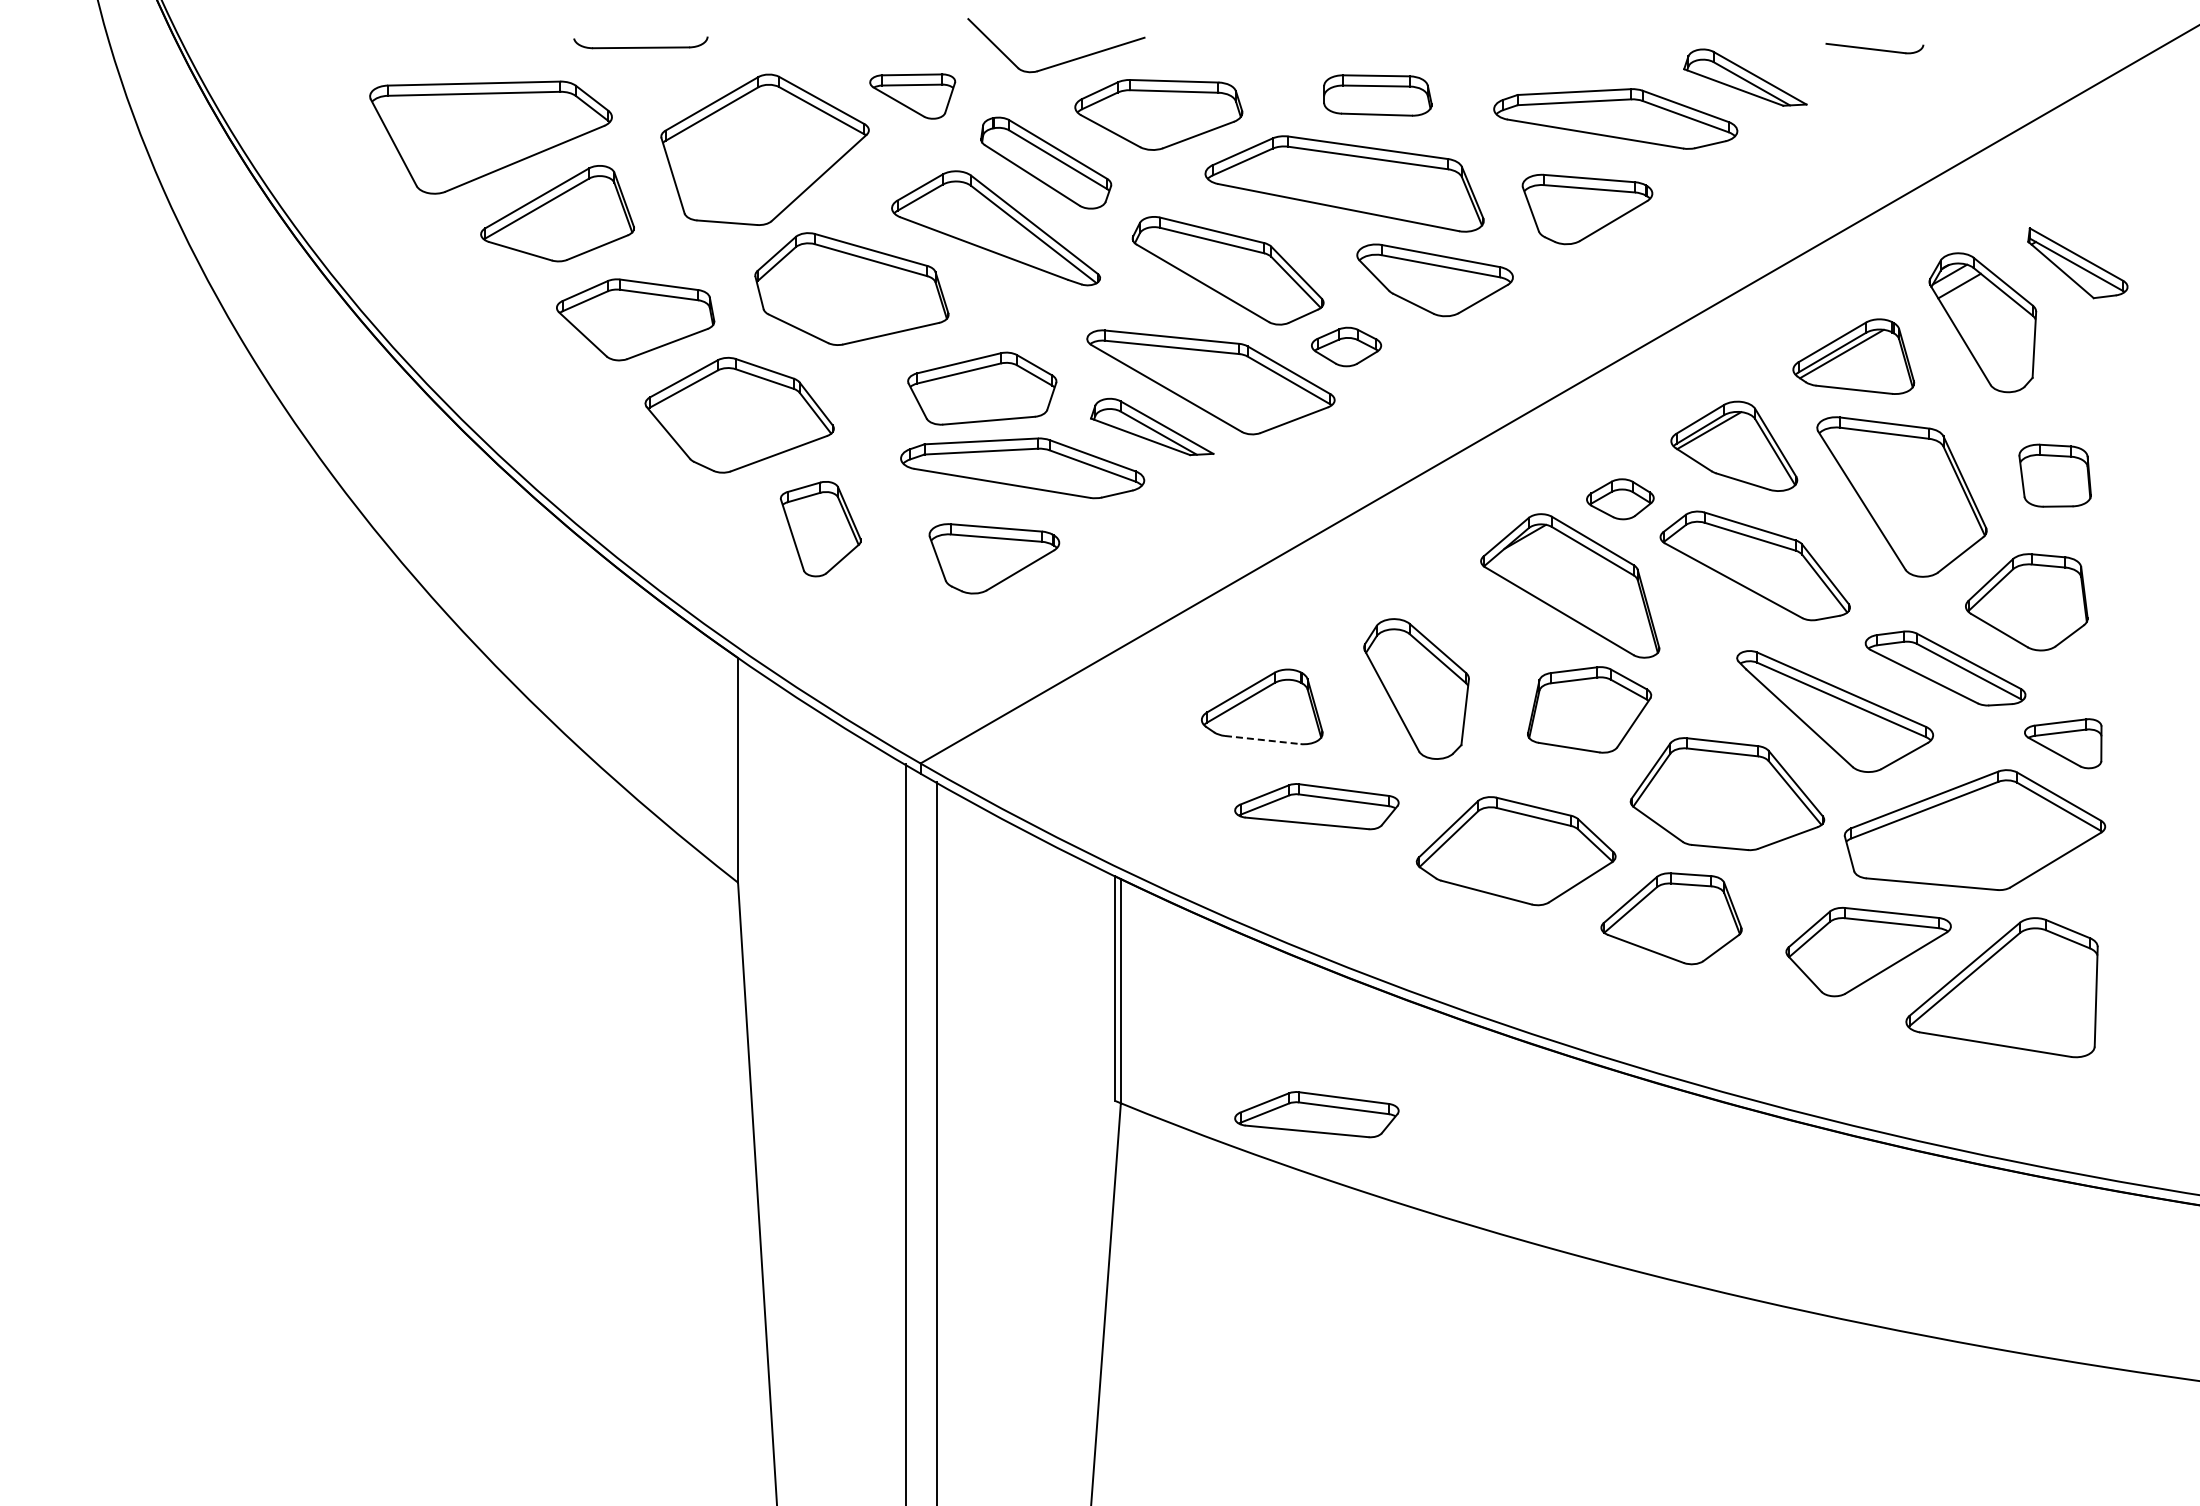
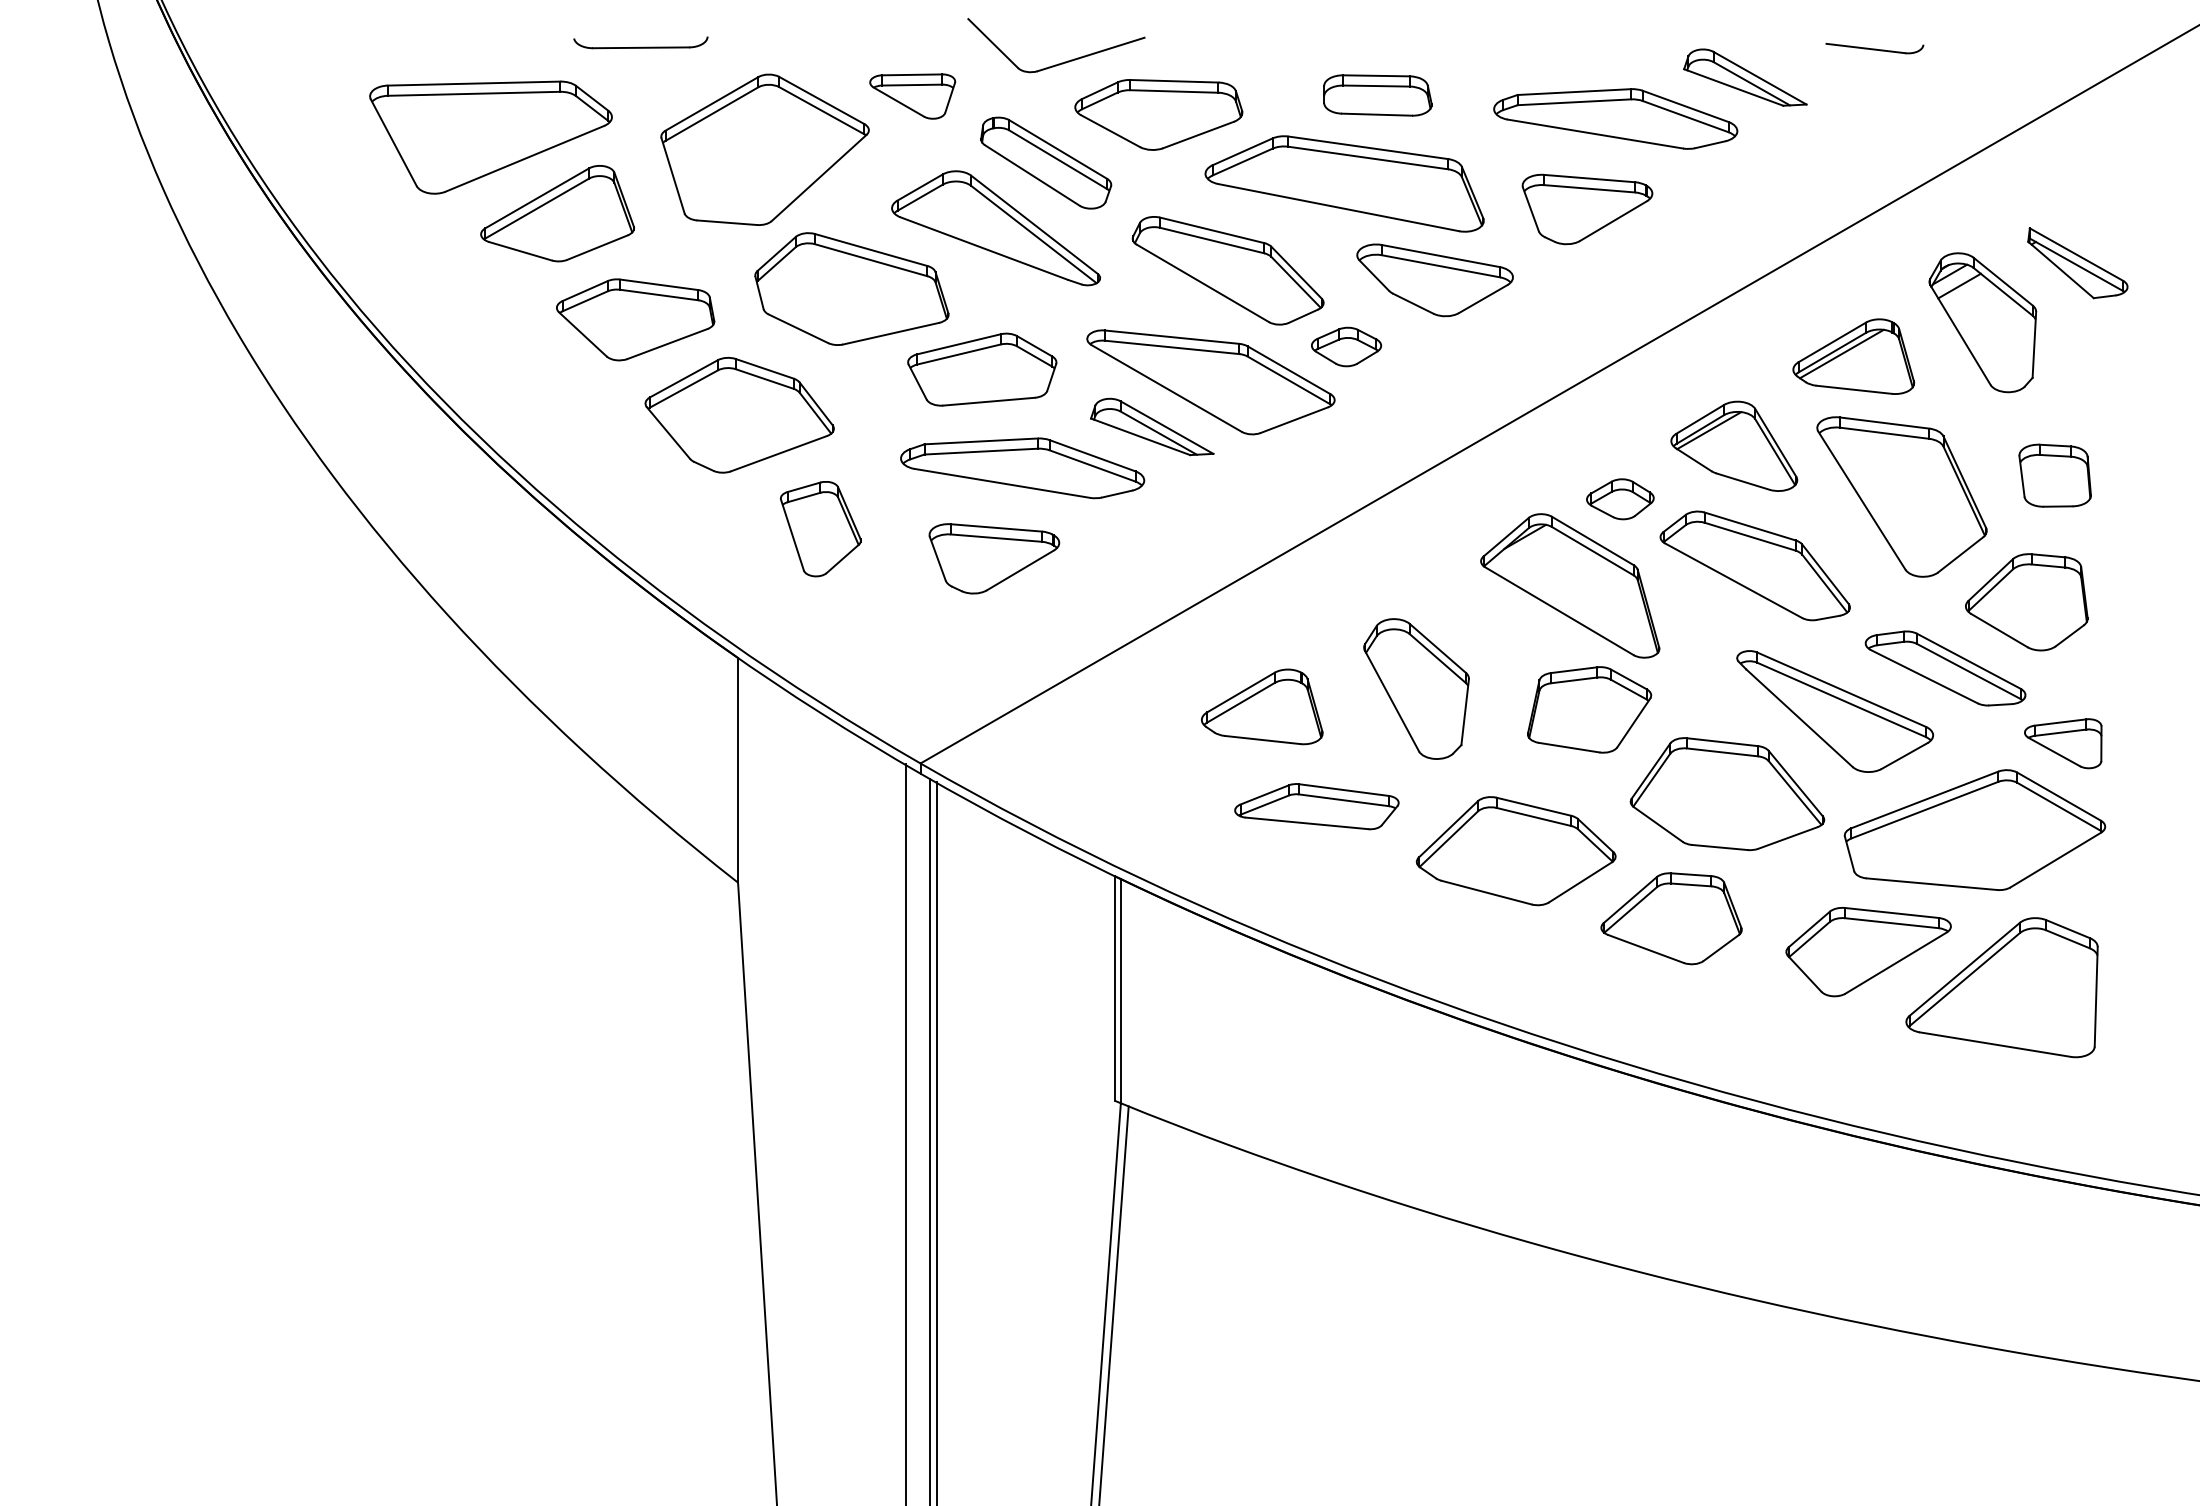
part at (982, 388) position: (982, 388) -> (982, 369)
line at (1262, 740): dashed -> solid
part at (1316, 1114): present -> none
line at (930, 1140): none -> present
line at (1113, 1304): none -> present
